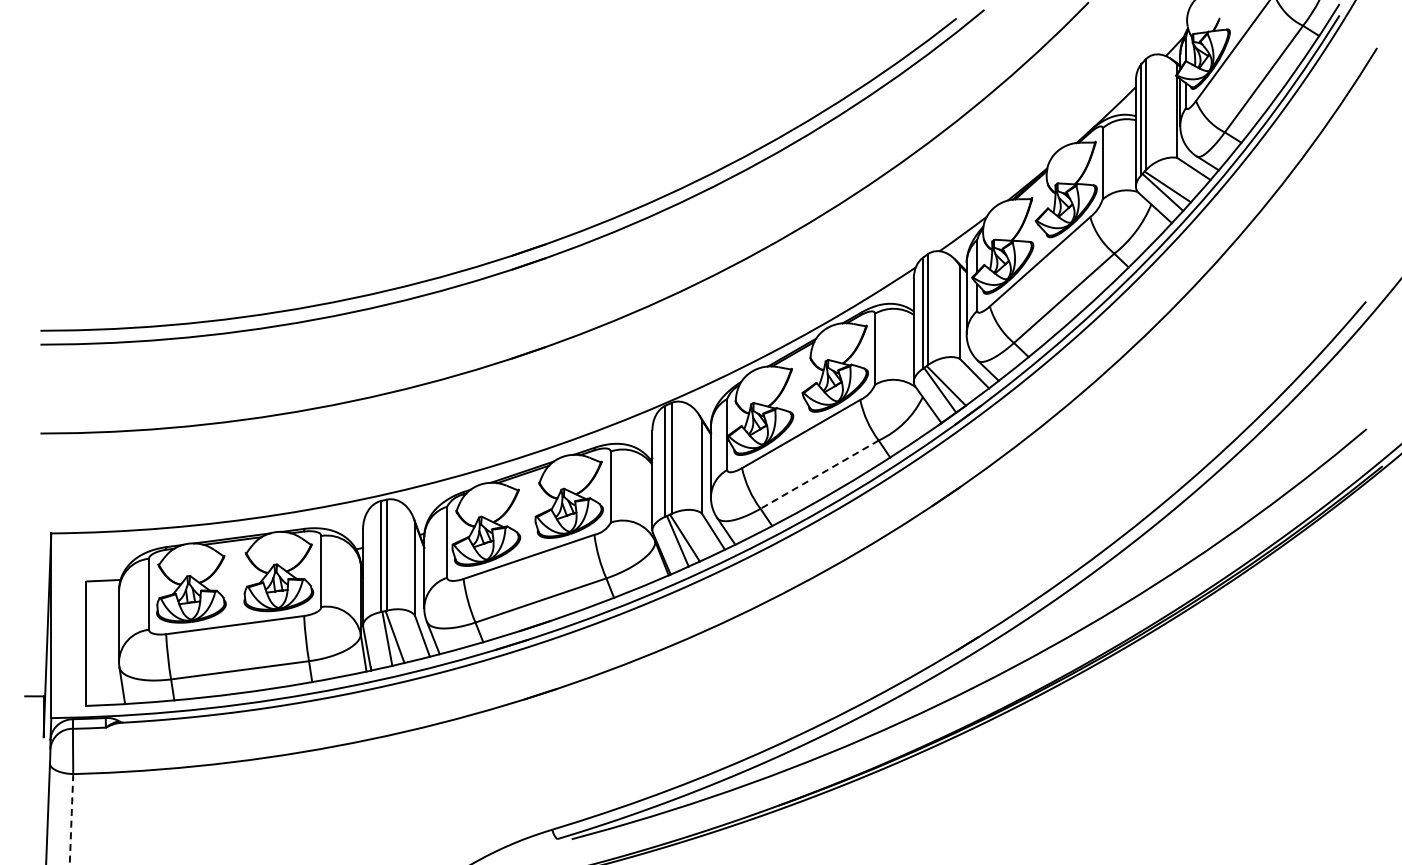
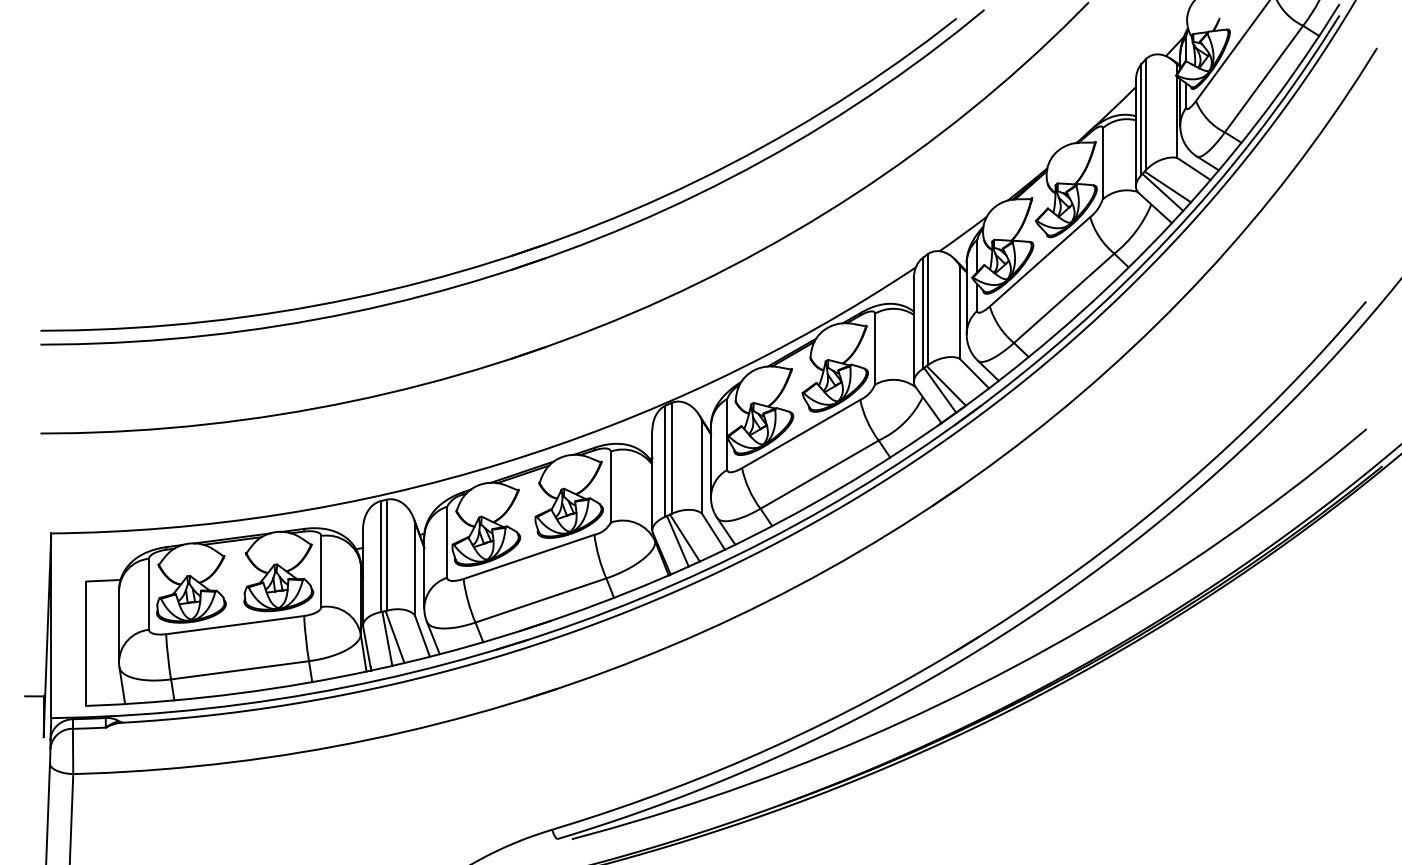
line at (819, 474): dashed -> solid
line at (71, 818): dashed -> solid
